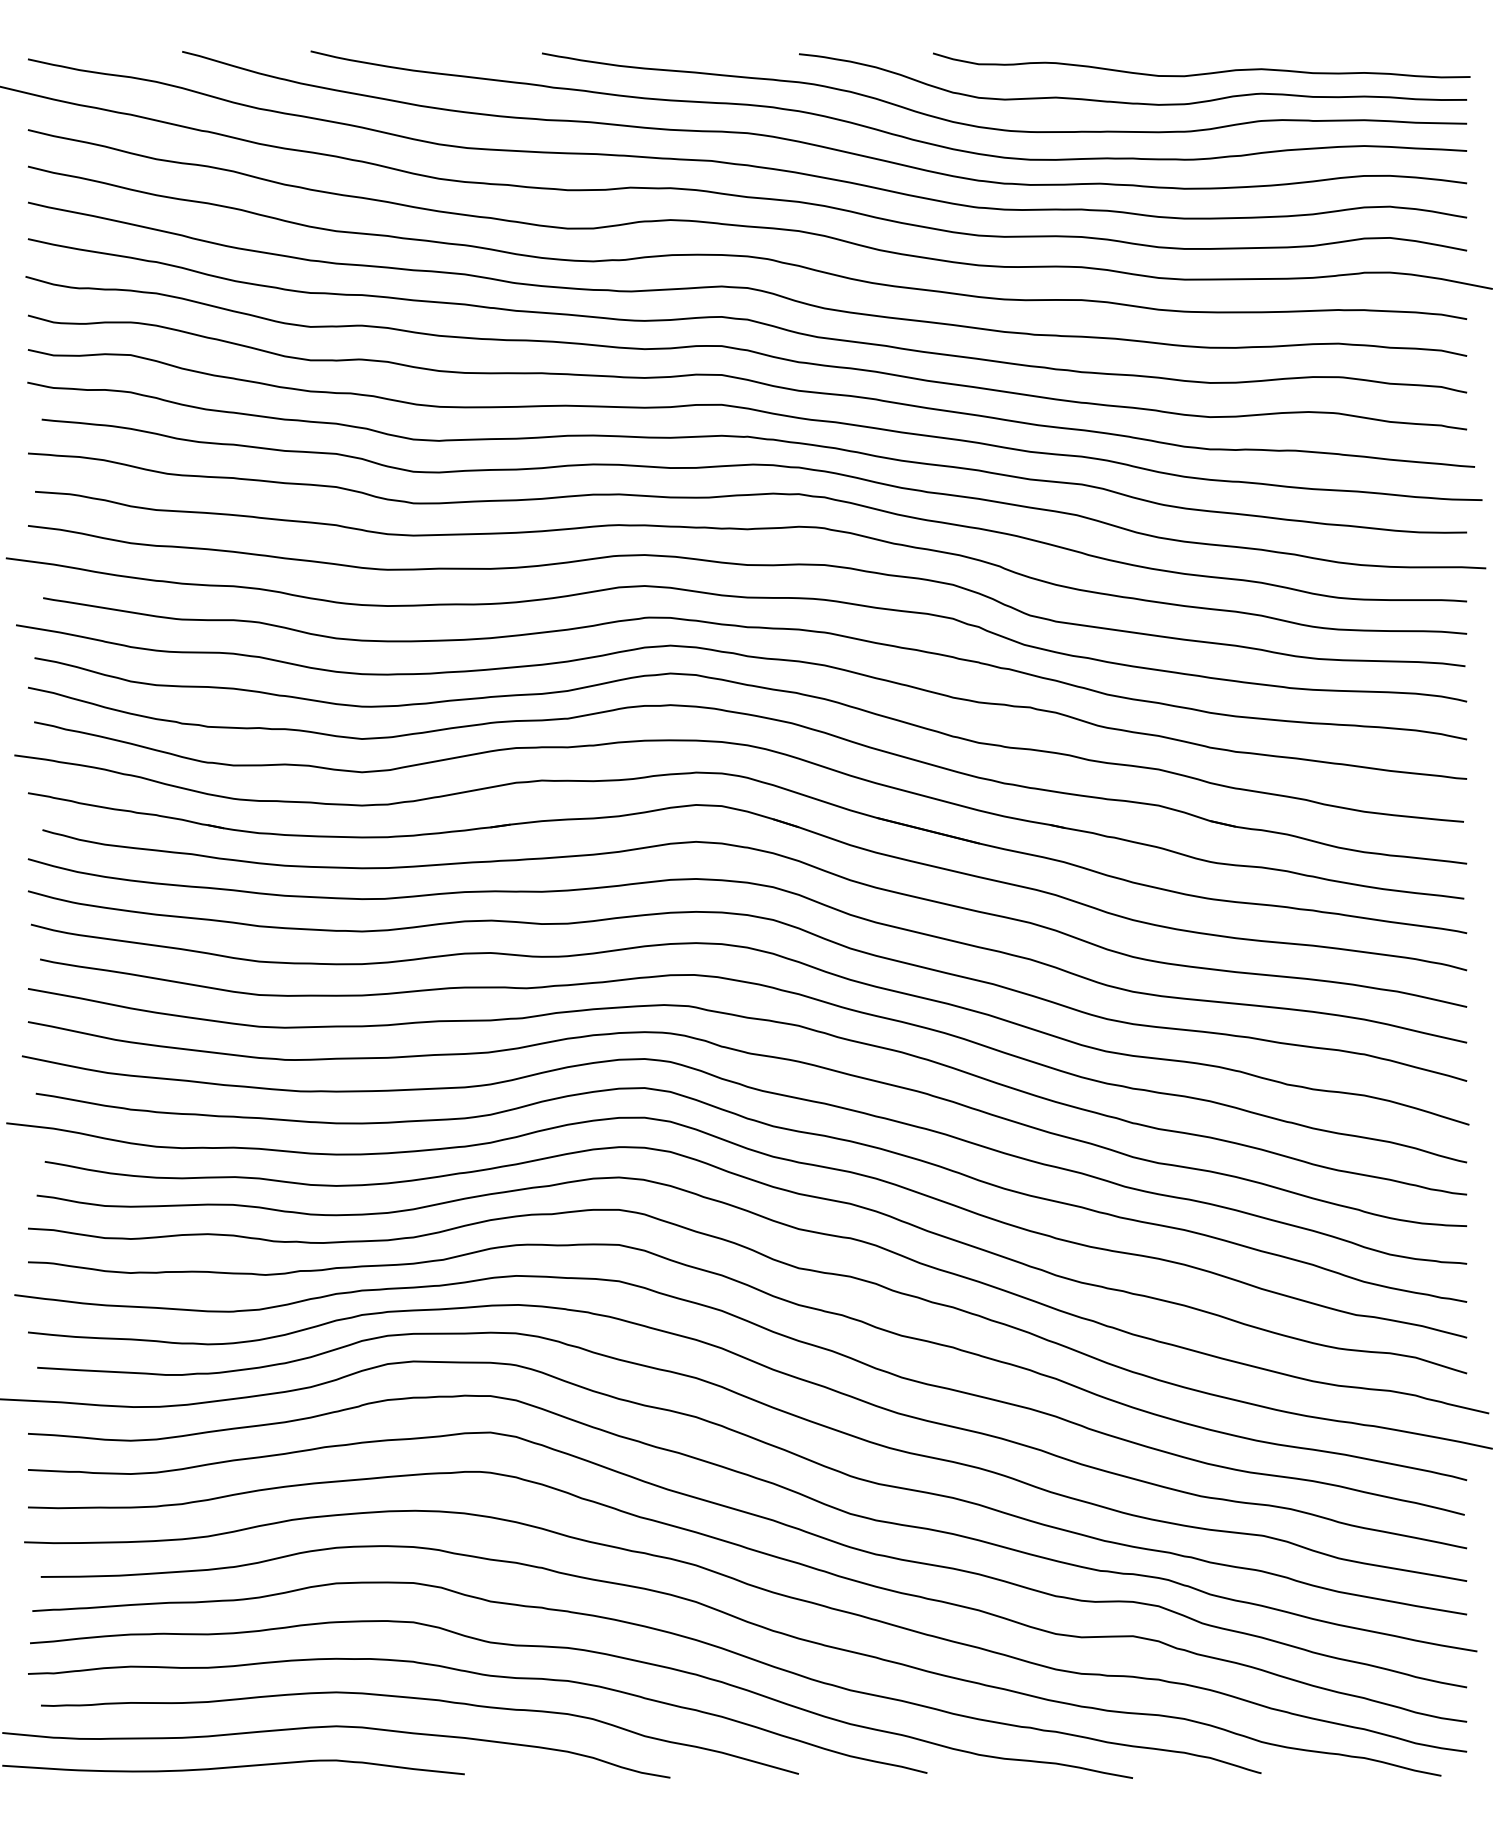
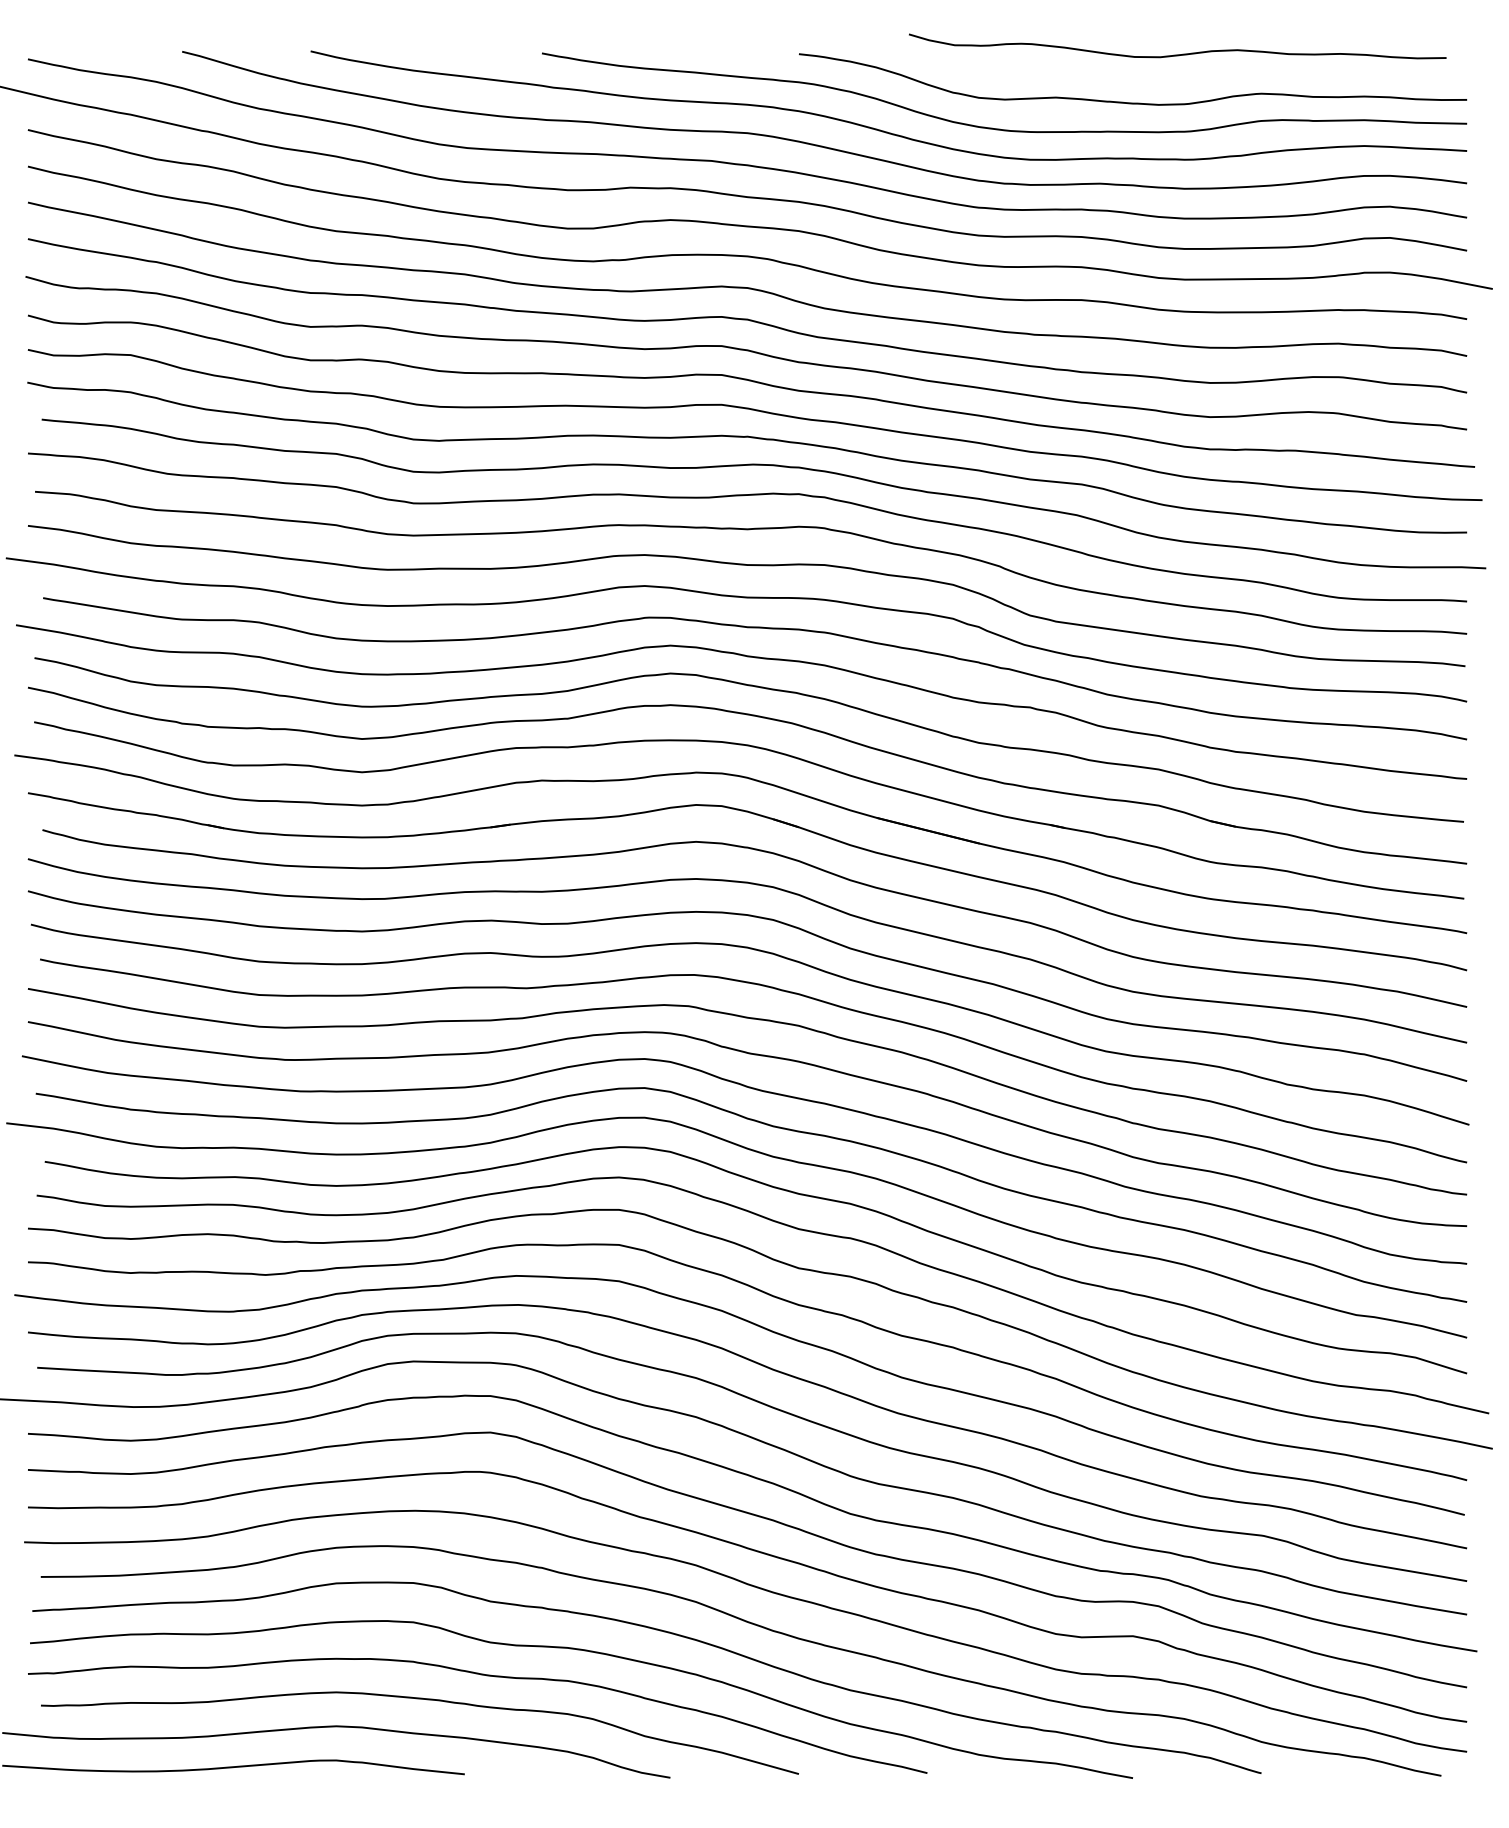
curve at (1201, 73) position: (1201, 73) -> (1177, 54)
